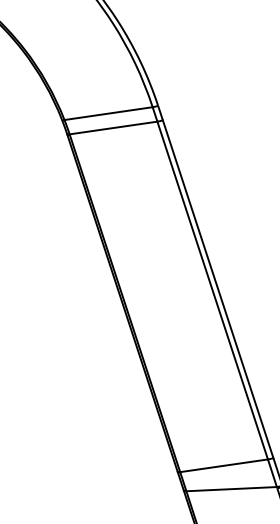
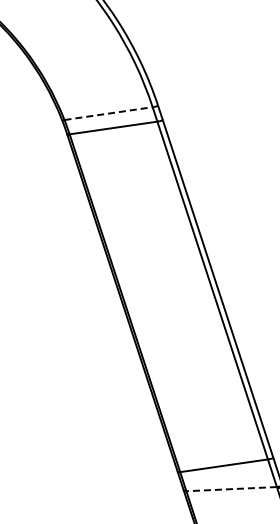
line at (108, 113): solid -> dashed
line at (231, 489): solid -> dashed
